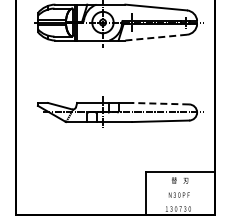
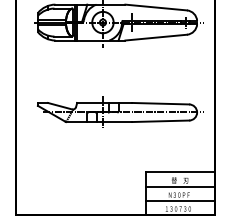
line at (156, 37): dashed -> solid
line at (160, 103): dashed -> solid
line at (179, 186): none -> present
line at (179, 200): none -> present
